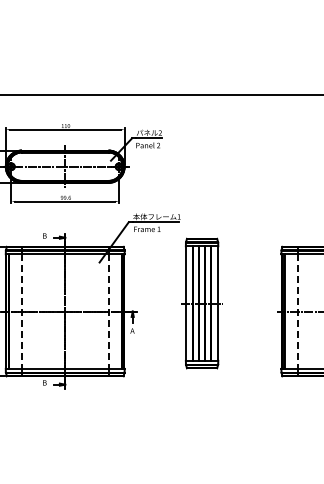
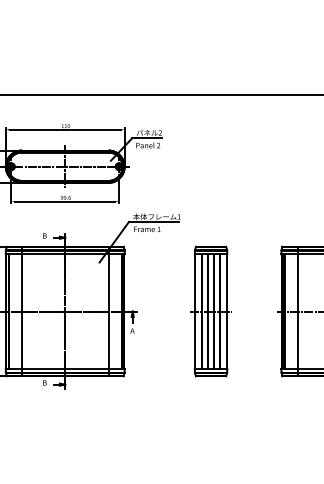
part at (201, 303) position: (201, 303) -> (210, 311)
line at (22, 312): dashed -> solid
line at (108, 312): dashed -> solid
line at (297, 312): dashed -> solid
